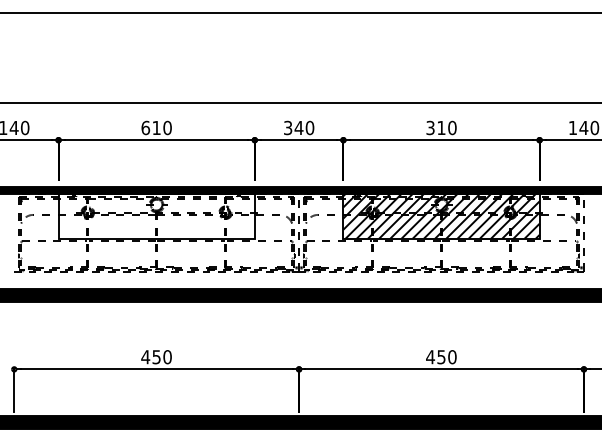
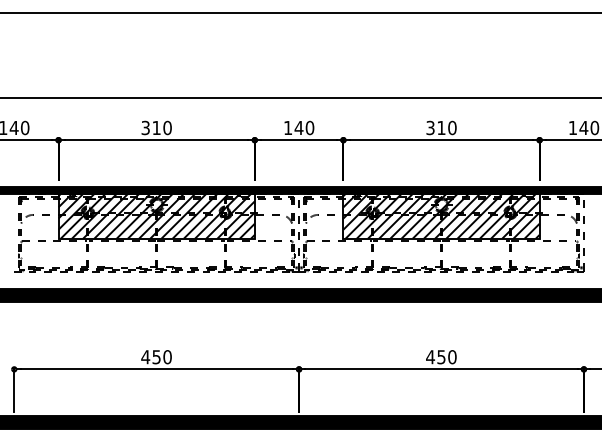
line at (300, 102) position: (300, 102) -> (300, 97)
text at (145, 127): 610 -> 310
text at (288, 127): 340 -> 140
hatch at (156, 216): none -> present
